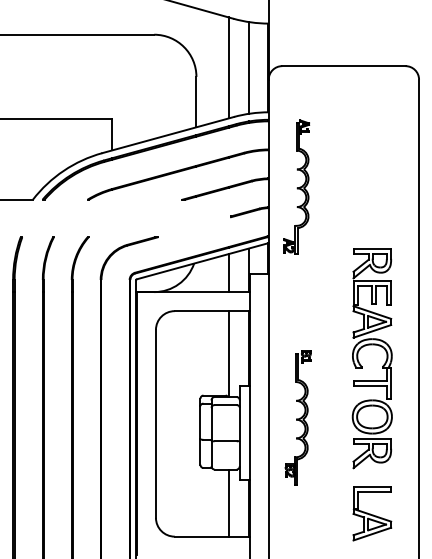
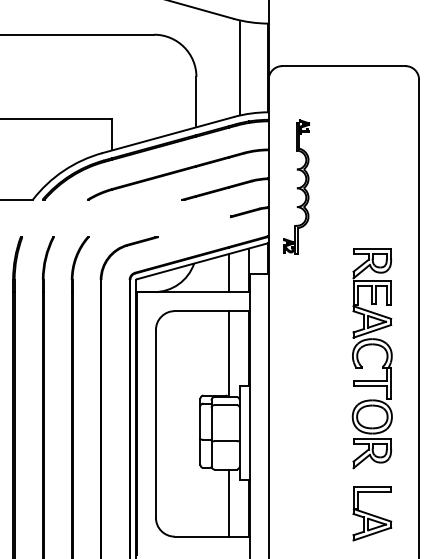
line at (228, 67): present -> none
line at (248, 67) position: (248, 67) -> (239, 67)
part at (297, 417): present -> none
